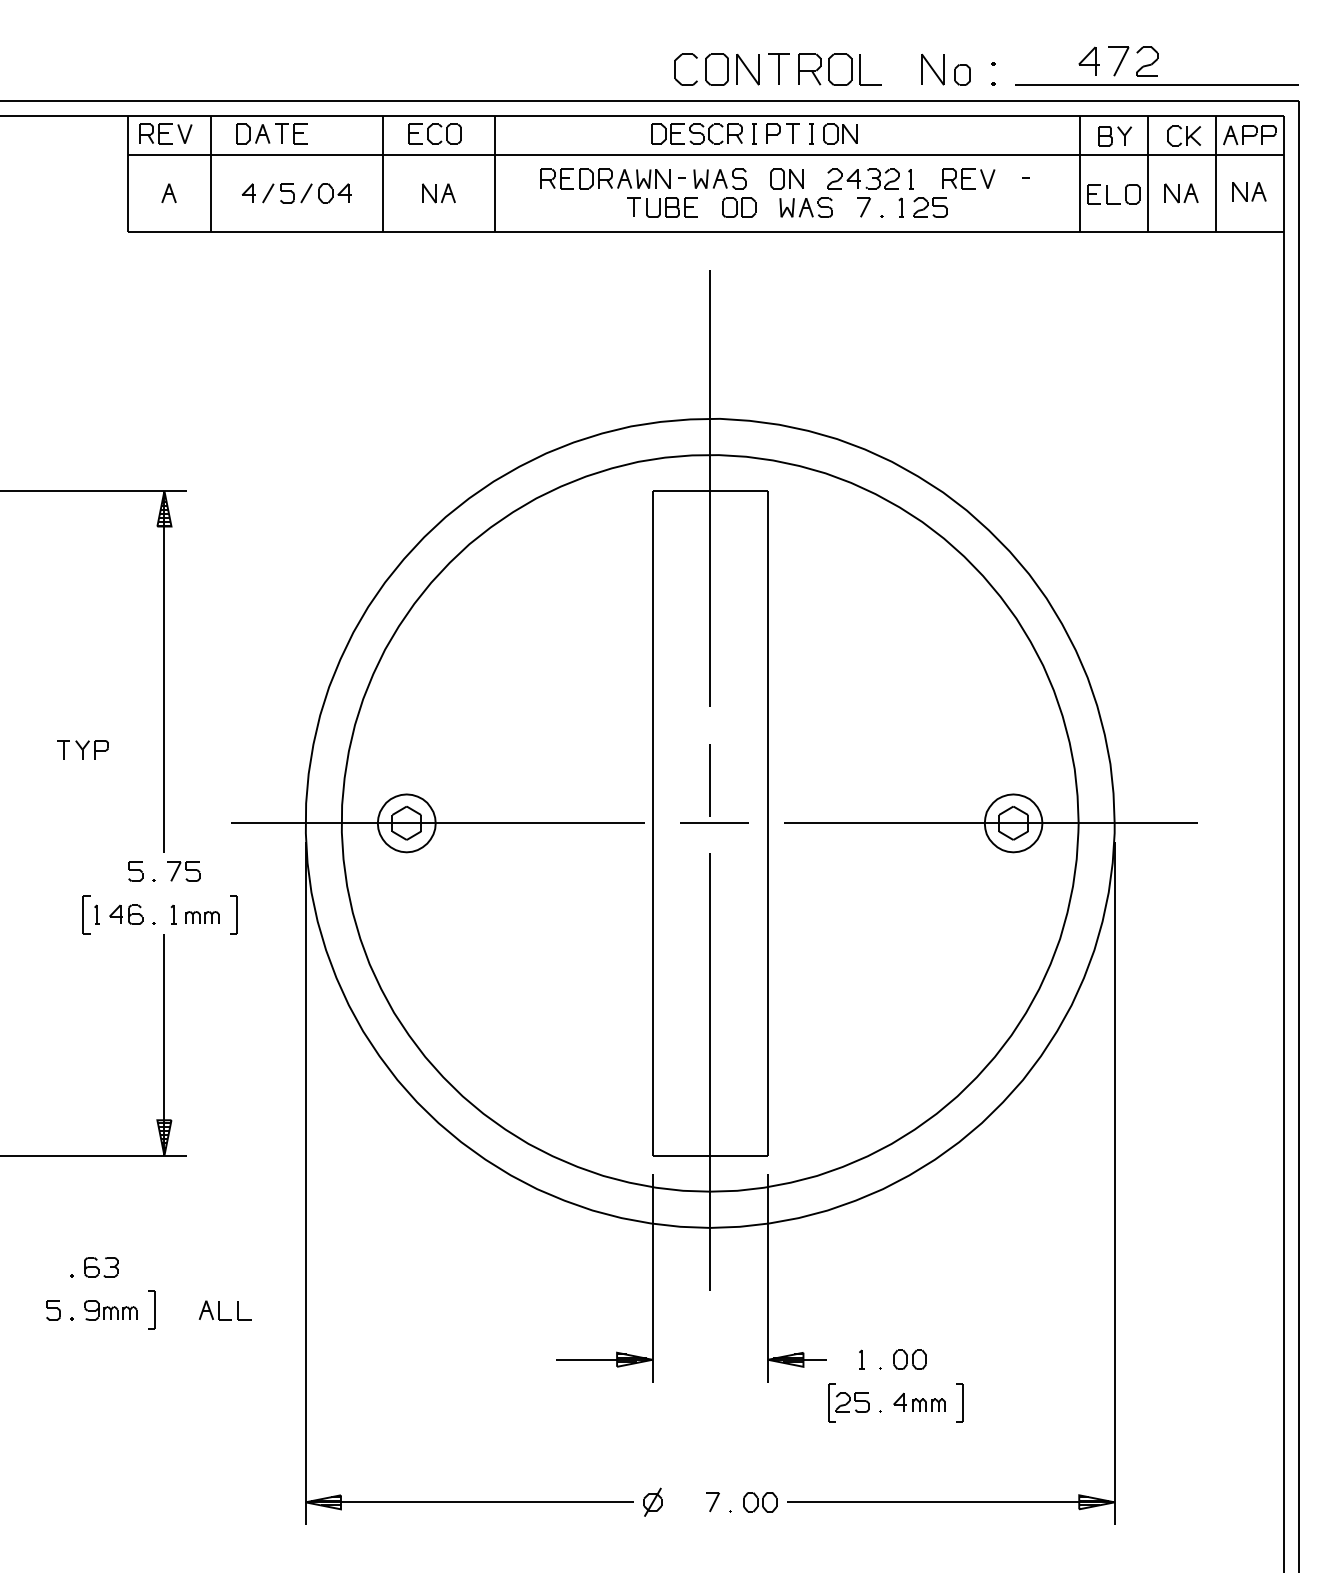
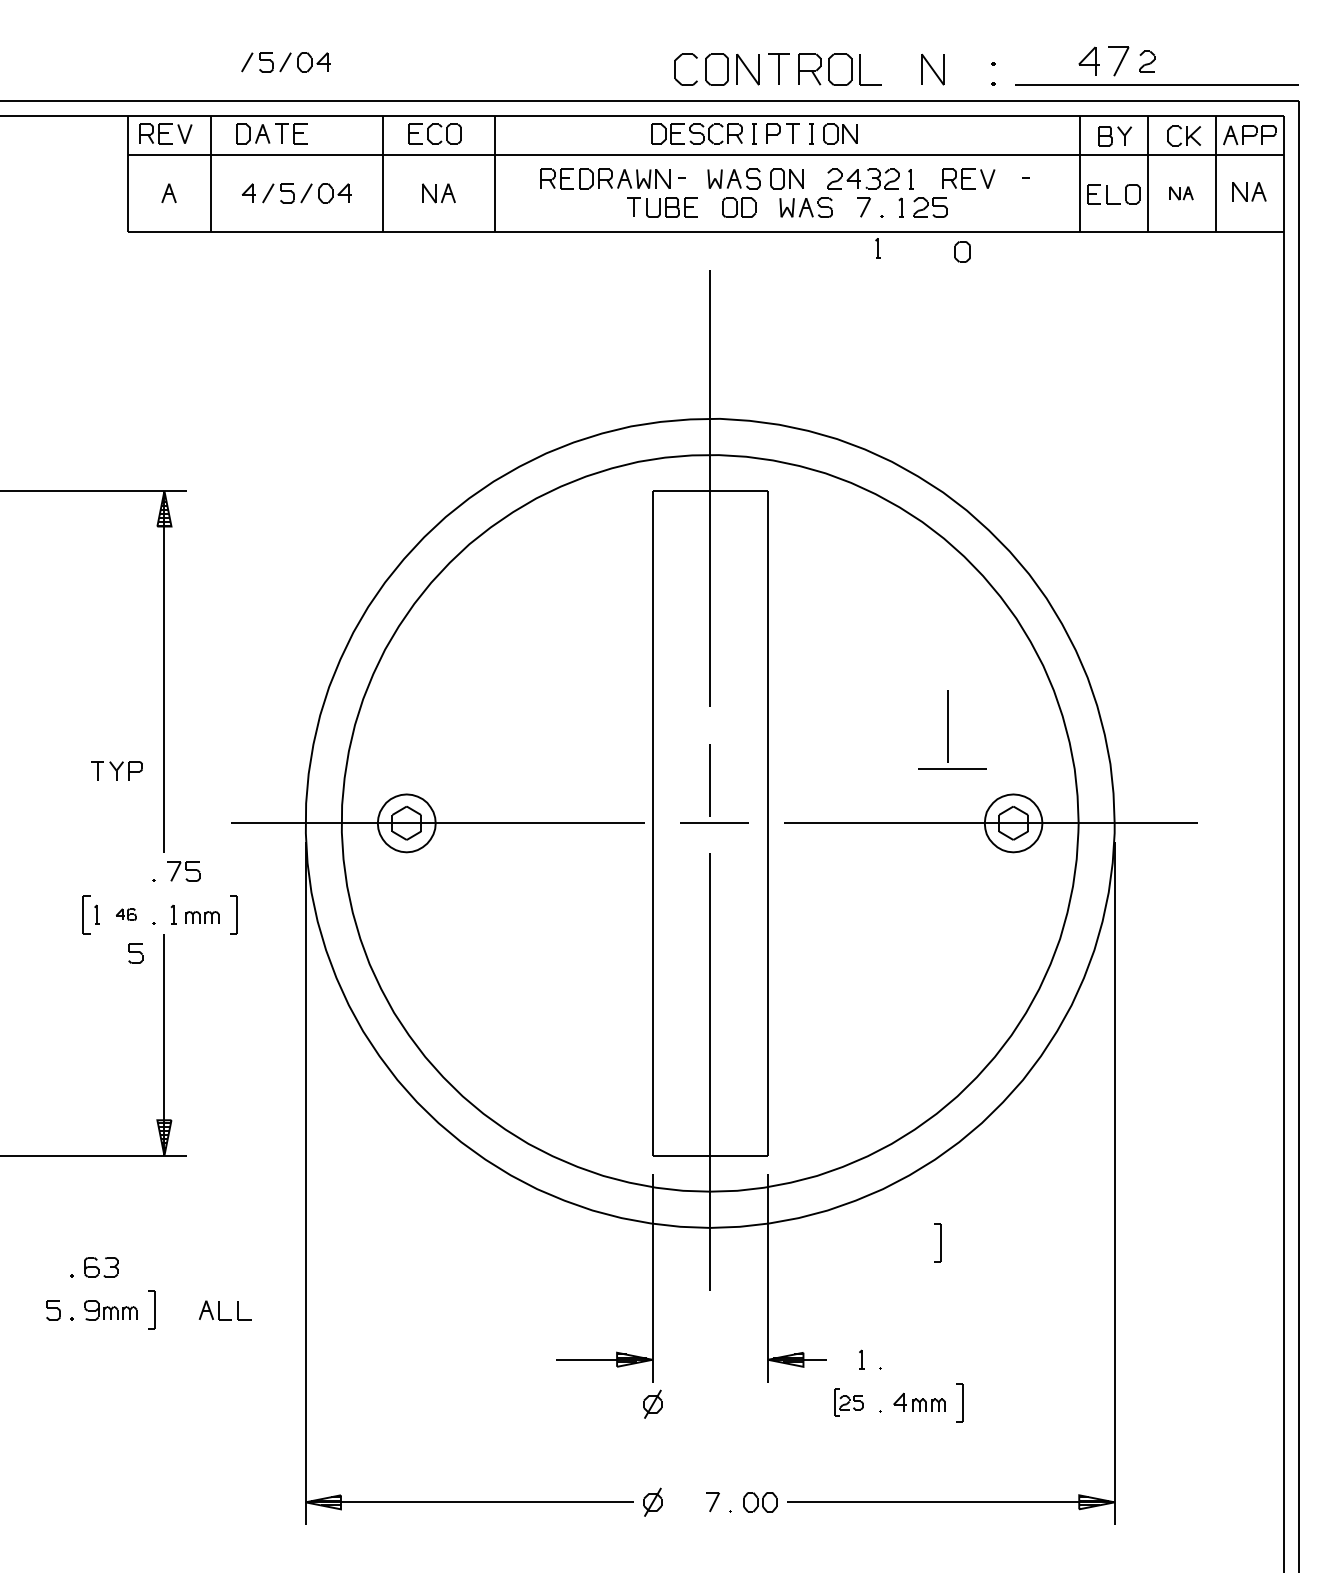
part at (1147, 61) size: 23x31 px -> 17x23 px
part at (285, 62): none -> present
part at (962, 74) position: (962, 74) -> (962, 251)
part at (719, 178) position: (719, 178) -> (733, 178)
part at (1181, 193) size: 35x21 px -> 25x15 px
part at (877, 248): none -> present
part at (952, 729): none -> present
part at (82, 749) position: (82, 749) -> (116, 770)
part at (135, 871) position: (135, 871) -> (135, 953)
part at (126, 914) size: 35x21 px -> 21x13 px
part at (937, 1242): none -> present
part at (909, 1359): present -> none
part at (848, 1402) size: 42x40 px -> 30x29 px
part at (652, 1403): none -> present
